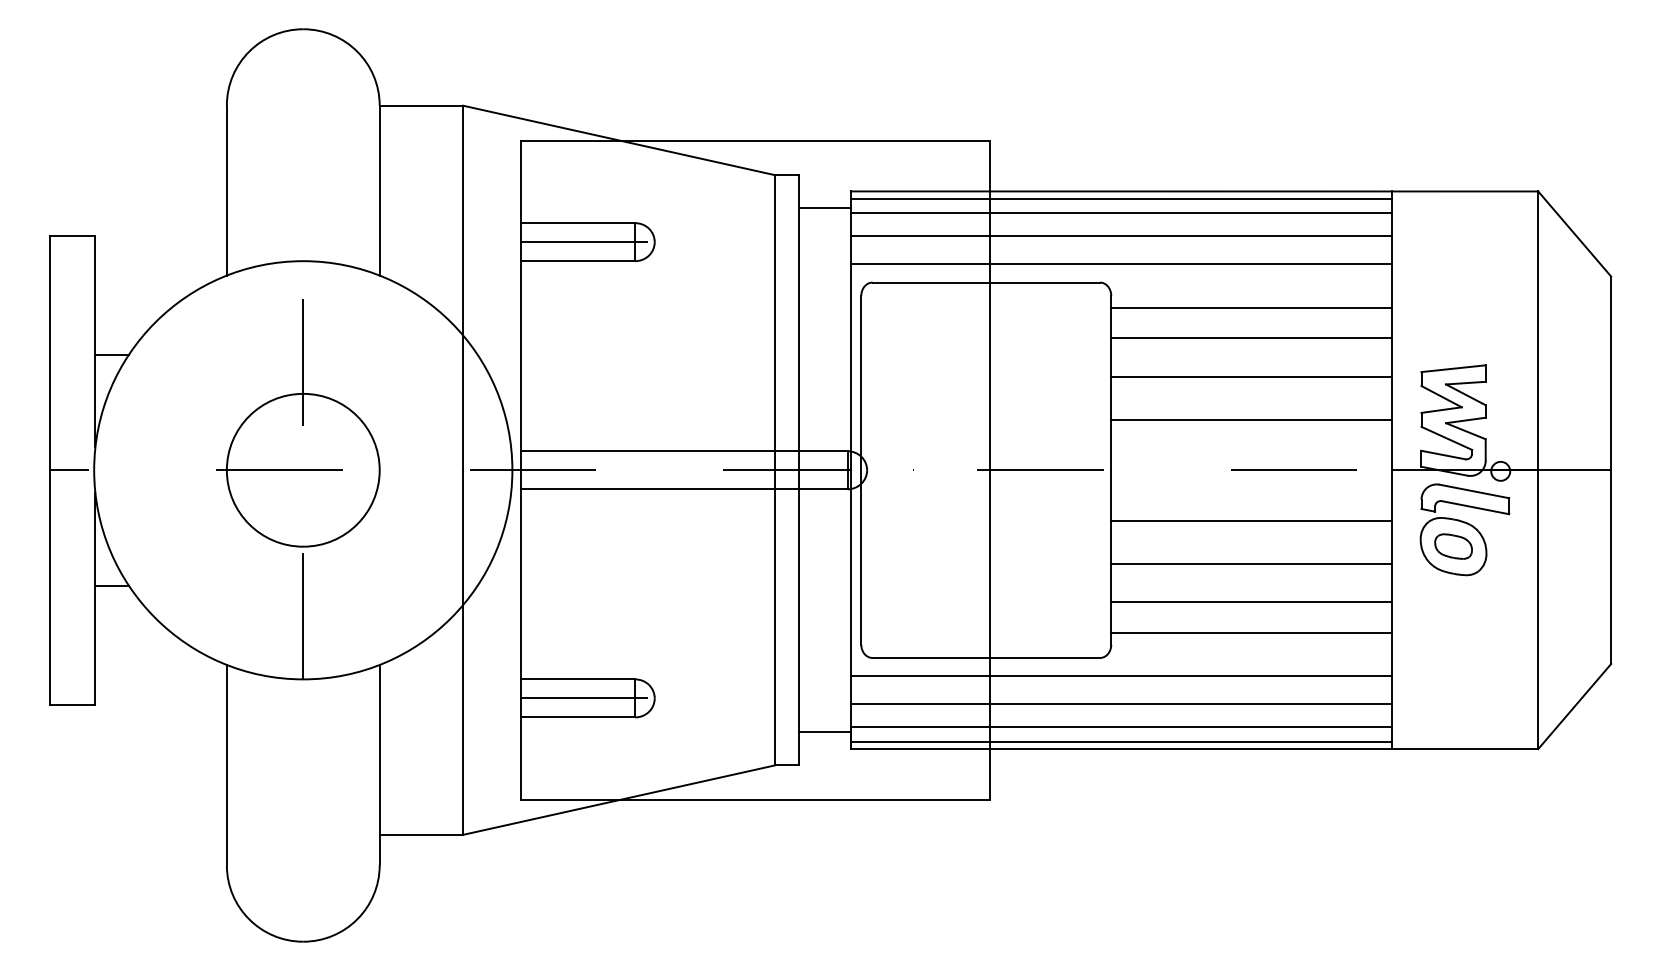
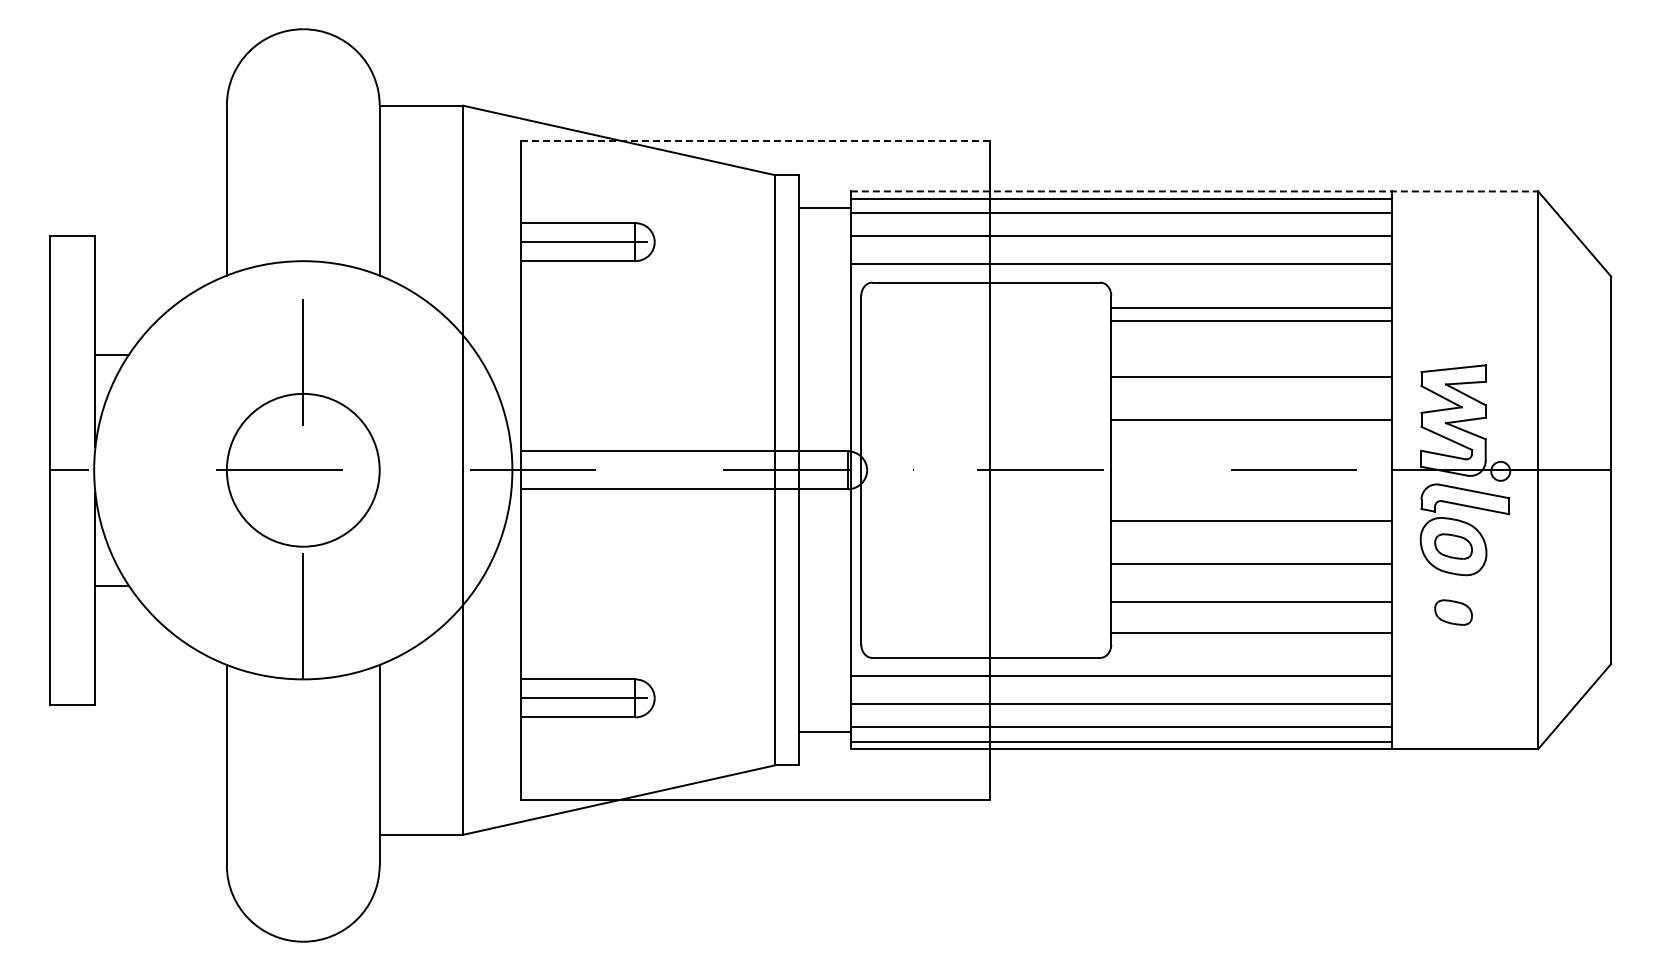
line at (756, 140): solid -> dashed
line at (1194, 191): solid -> dashed
line at (1251, 338) position: (1251, 338) -> (1251, 321)
part at (1453, 612): none -> present
